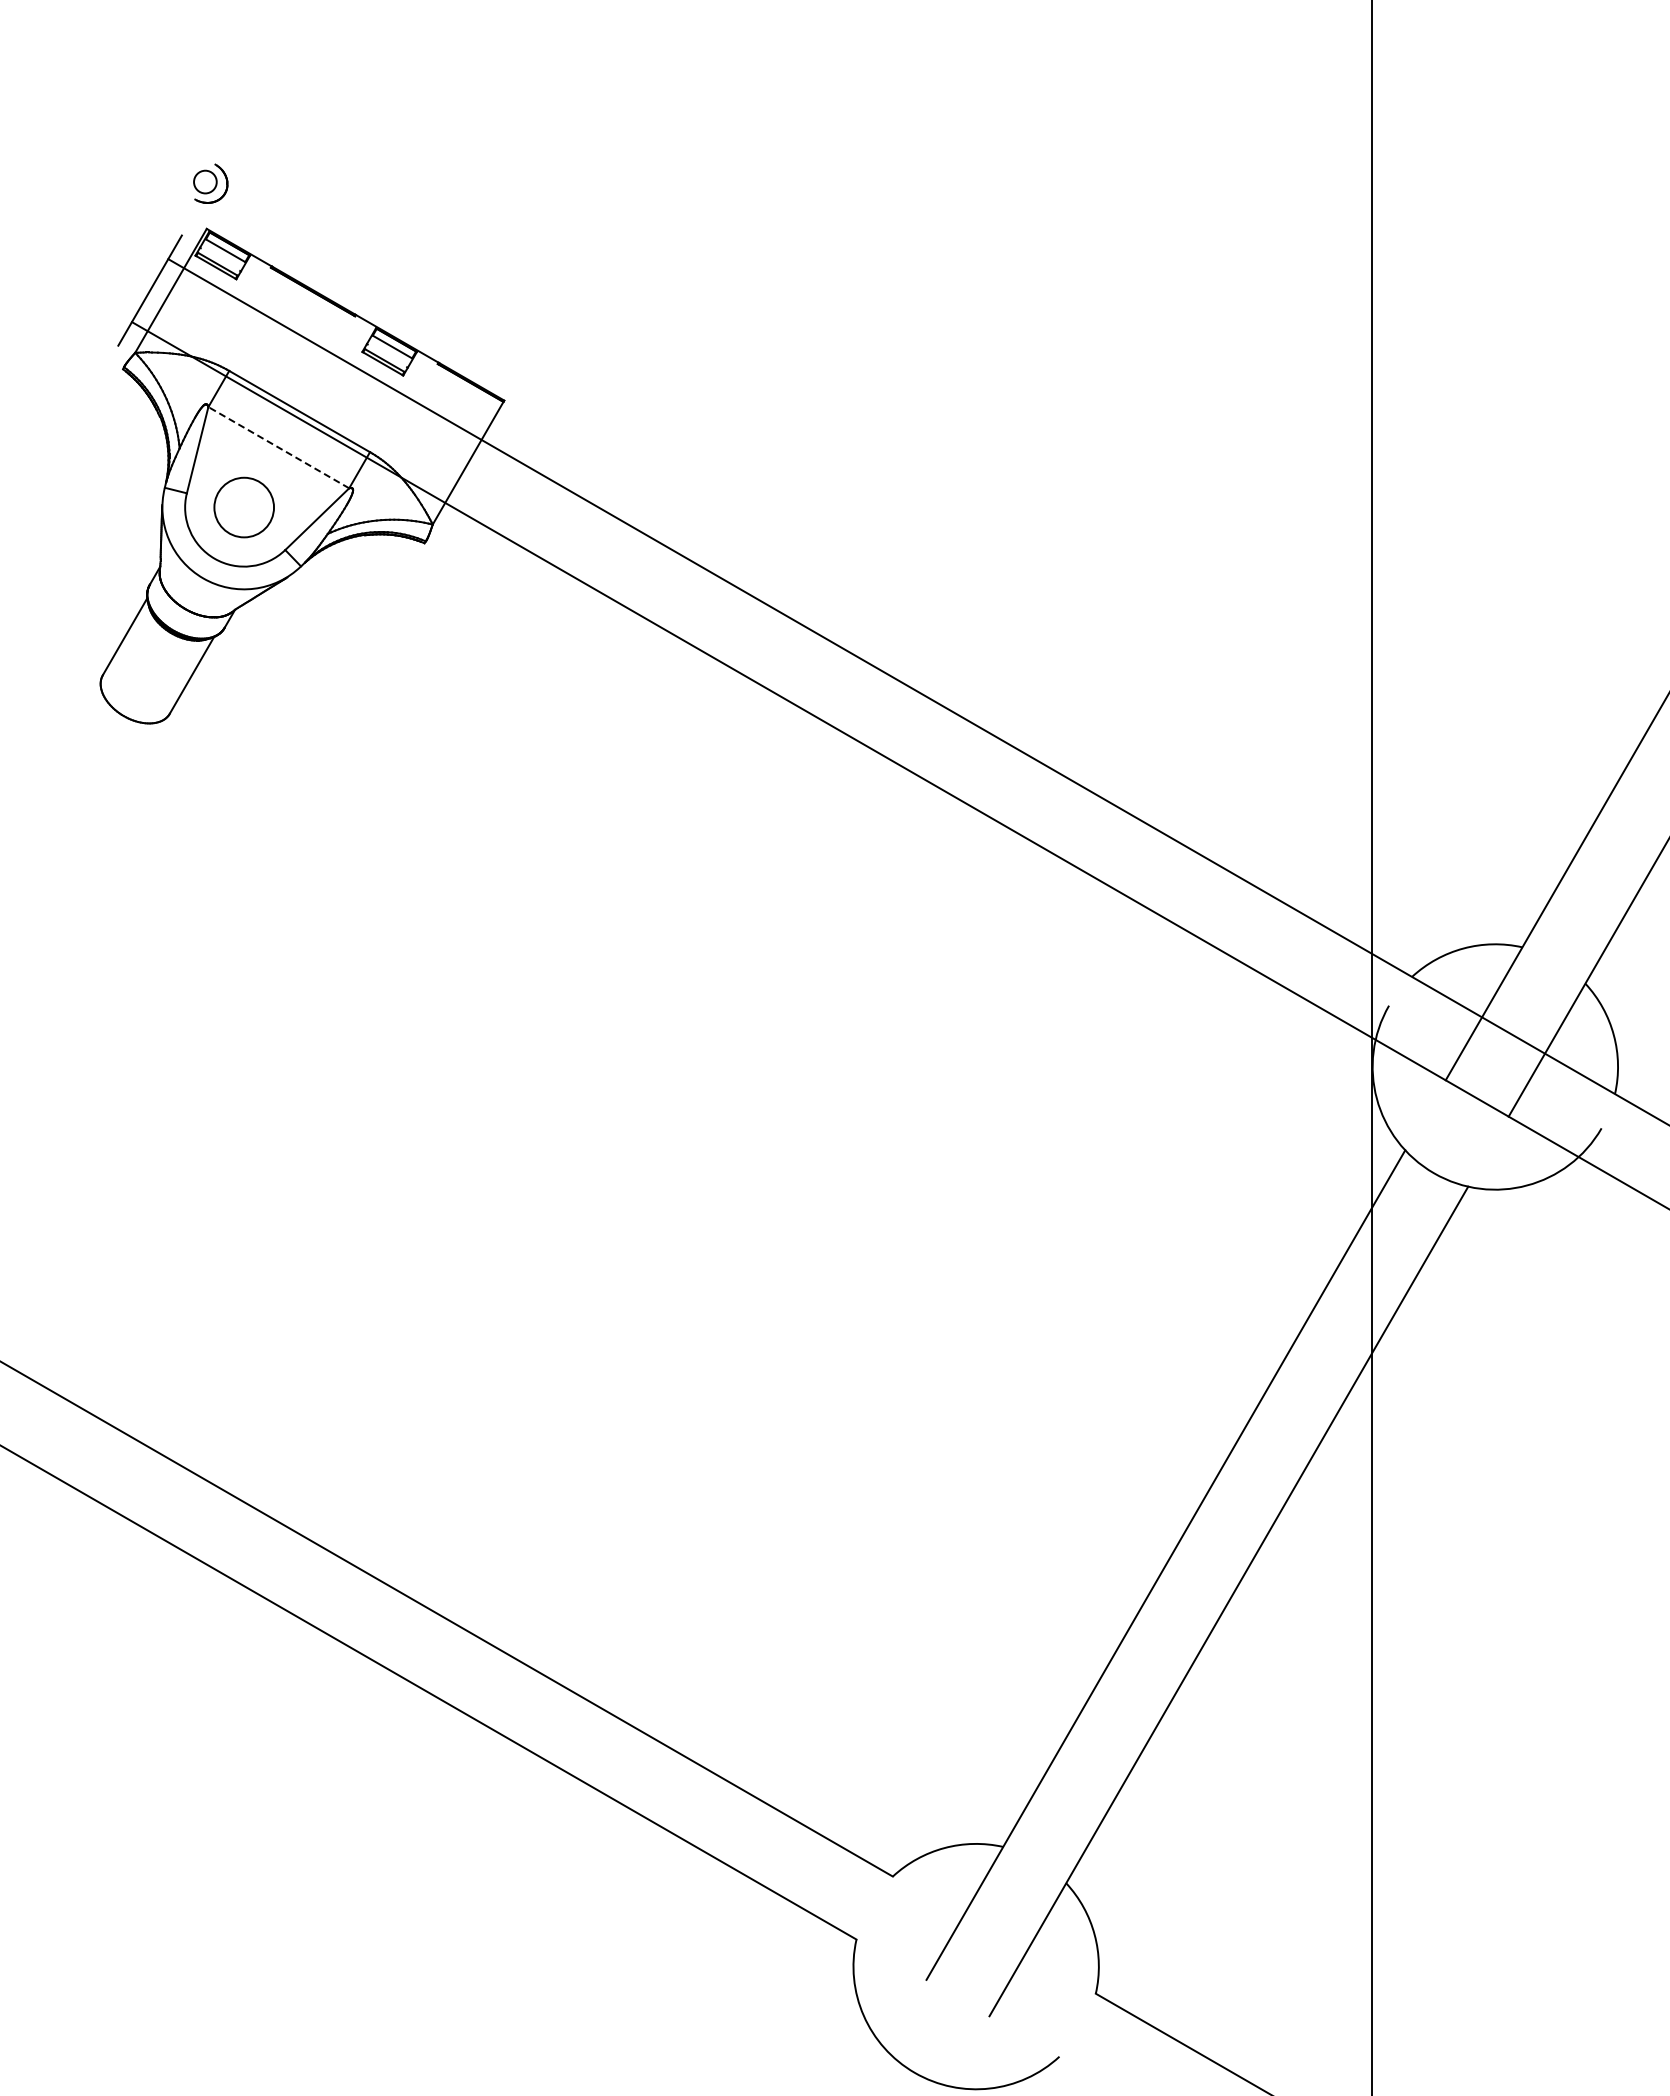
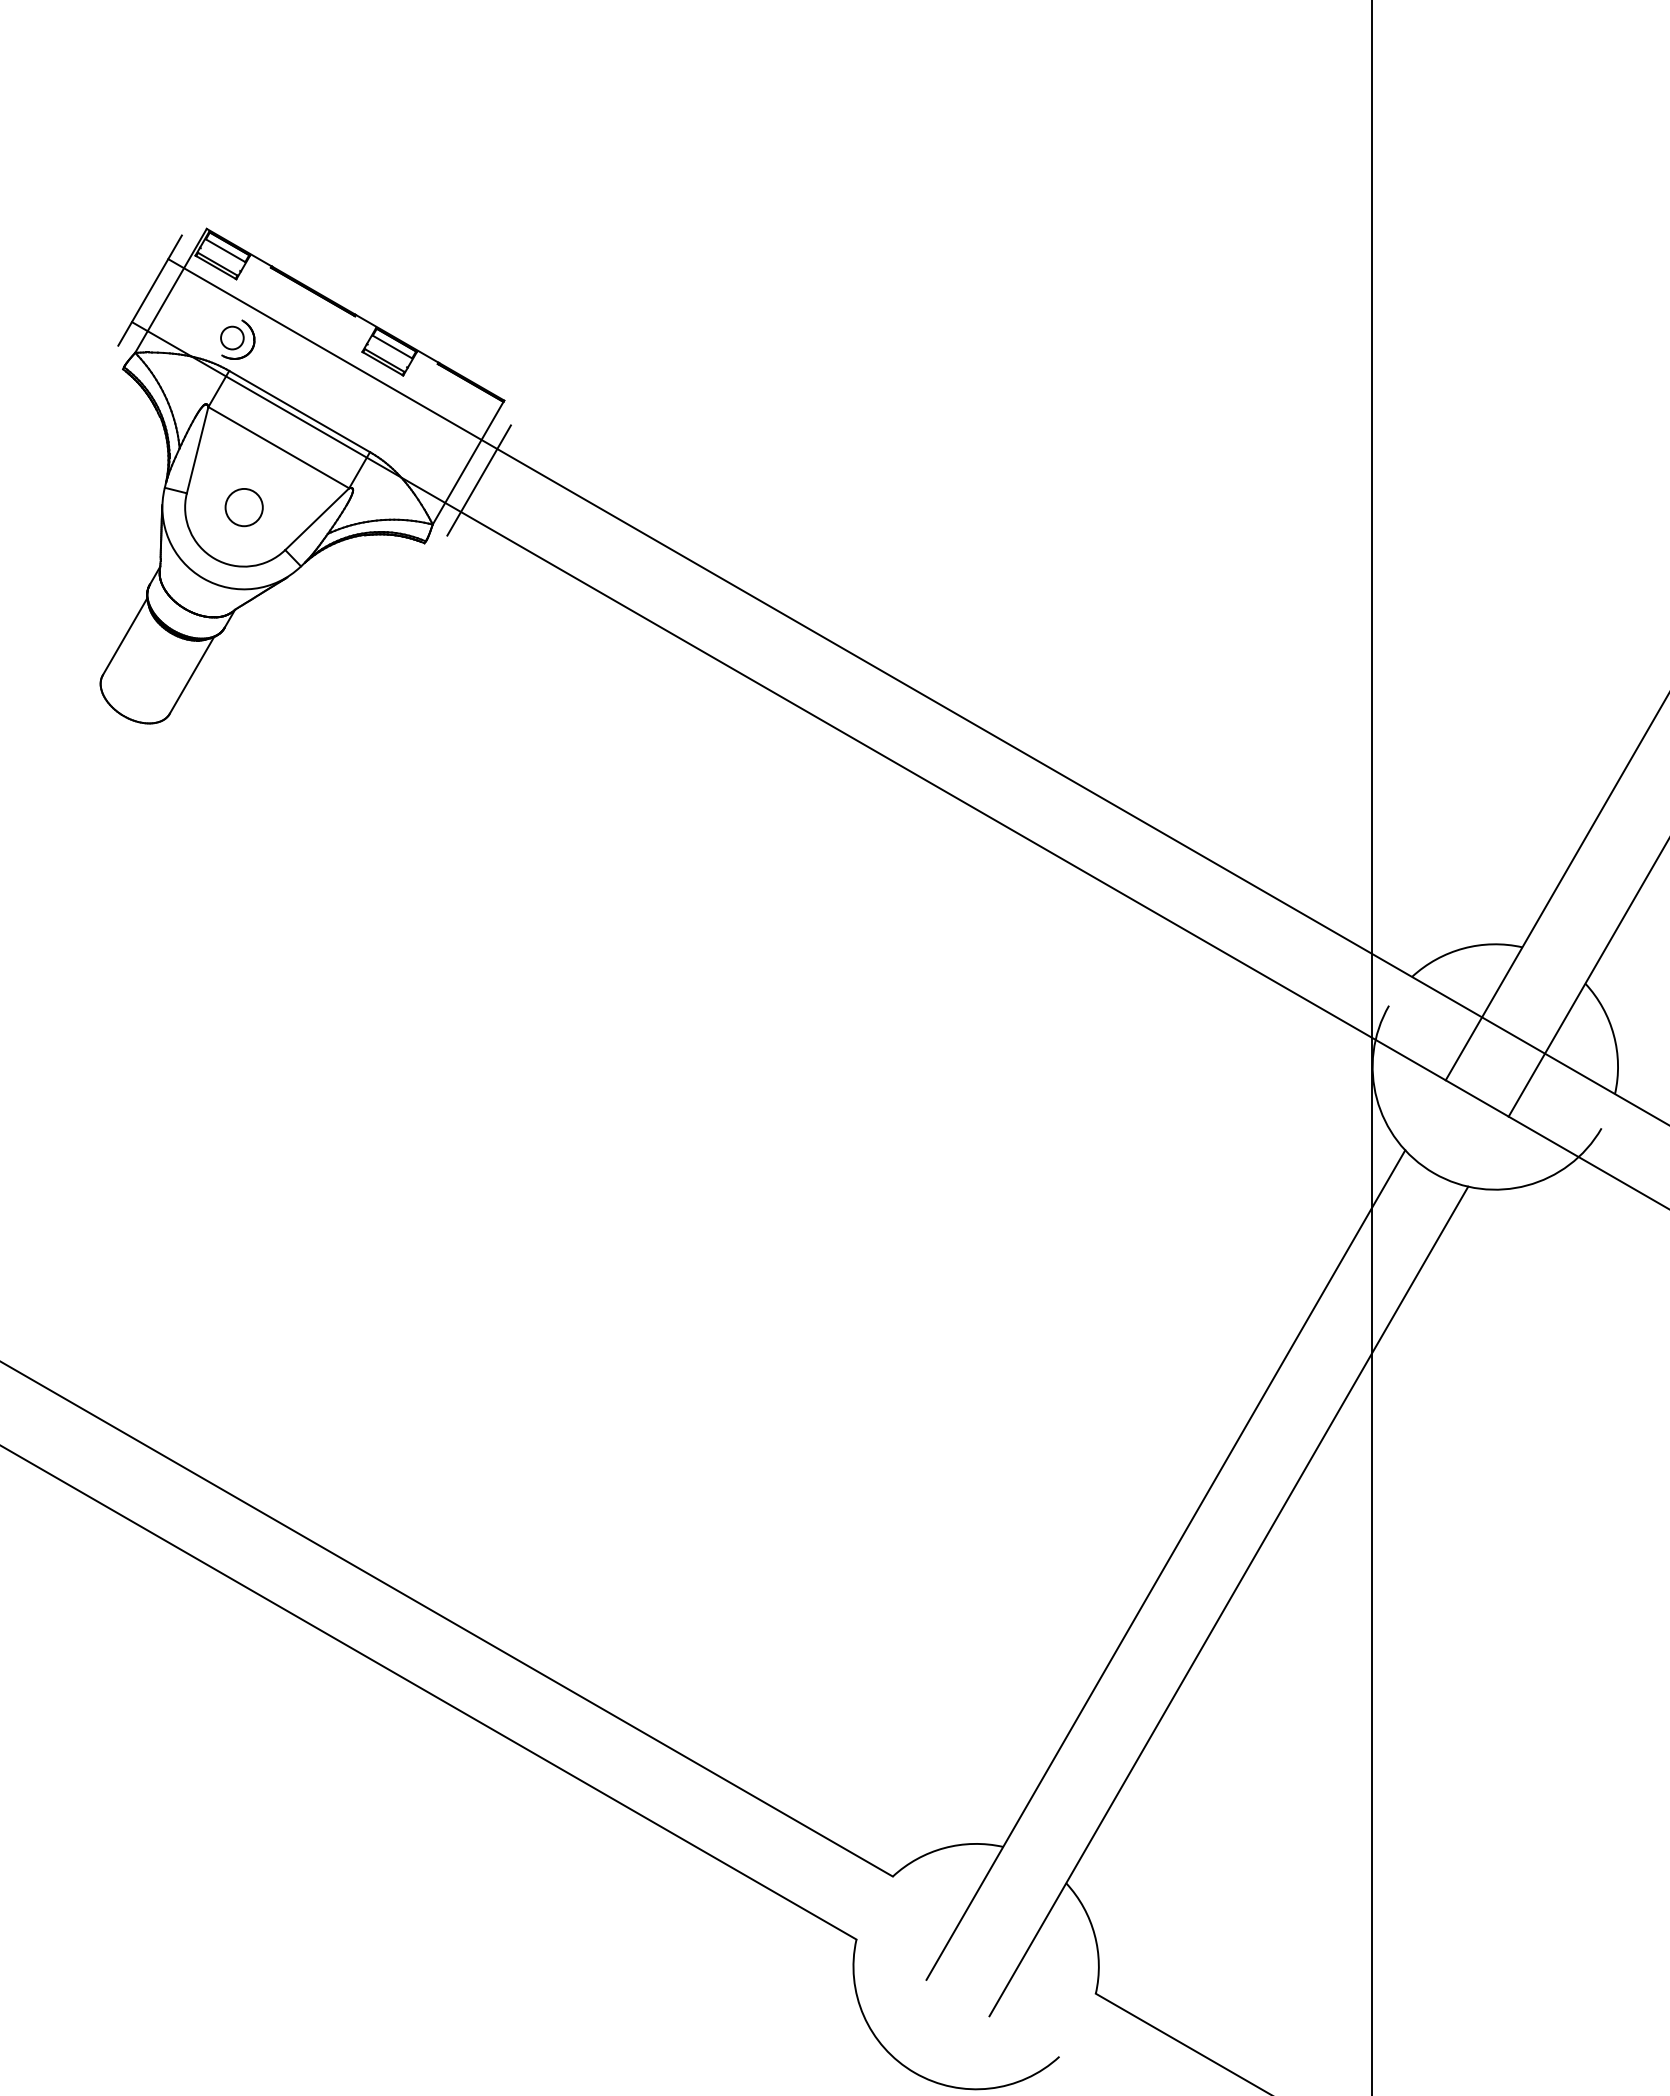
part at (210, 183) position: (210, 183) -> (237, 339)
line at (278, 447): dashed -> solid
line at (478, 480): none -> present
circle at (244, 507) diameter: 60 px -> 37 px
